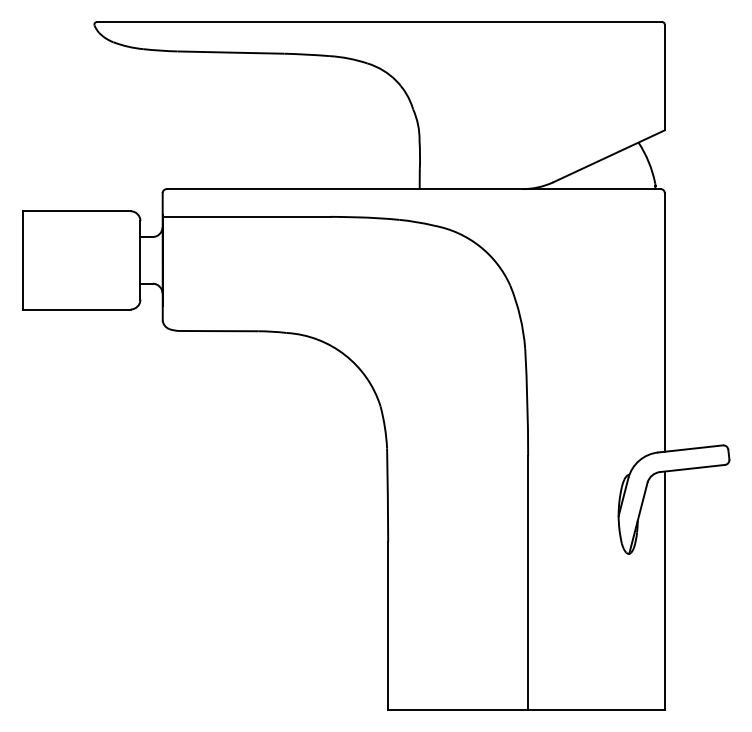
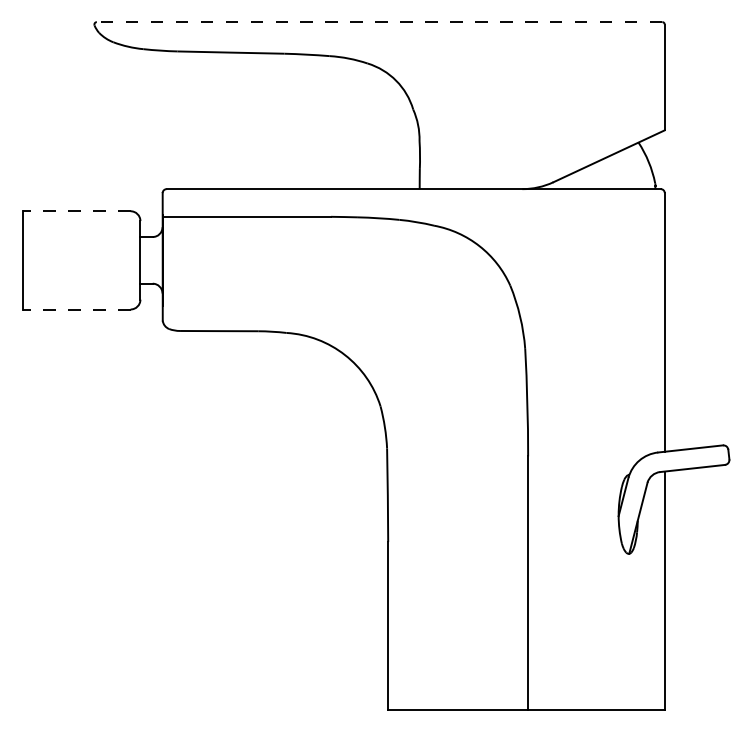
line at (379, 22): solid -> dashed
line at (76, 211): solid -> dashed
line at (76, 309): solid -> dashed
